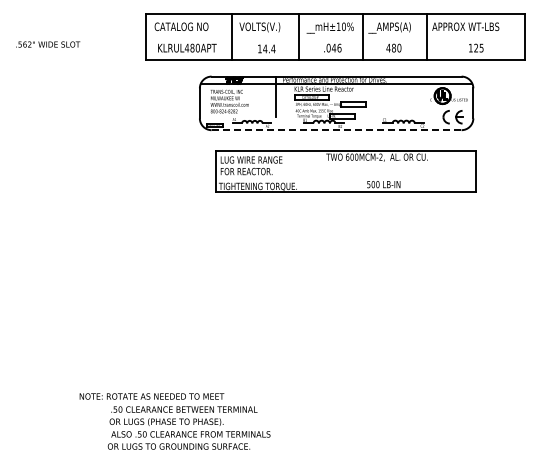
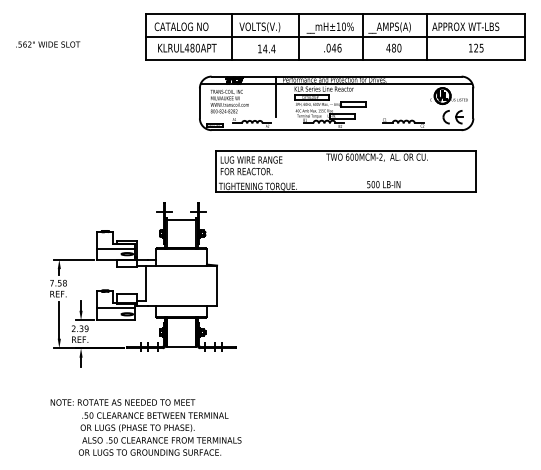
line at (335, 37): none -> present
line at (336, 130): dashed -> solid
part at (143, 284): none -> present
text at (174, 421) position: (174, 421) -> (145, 427)
